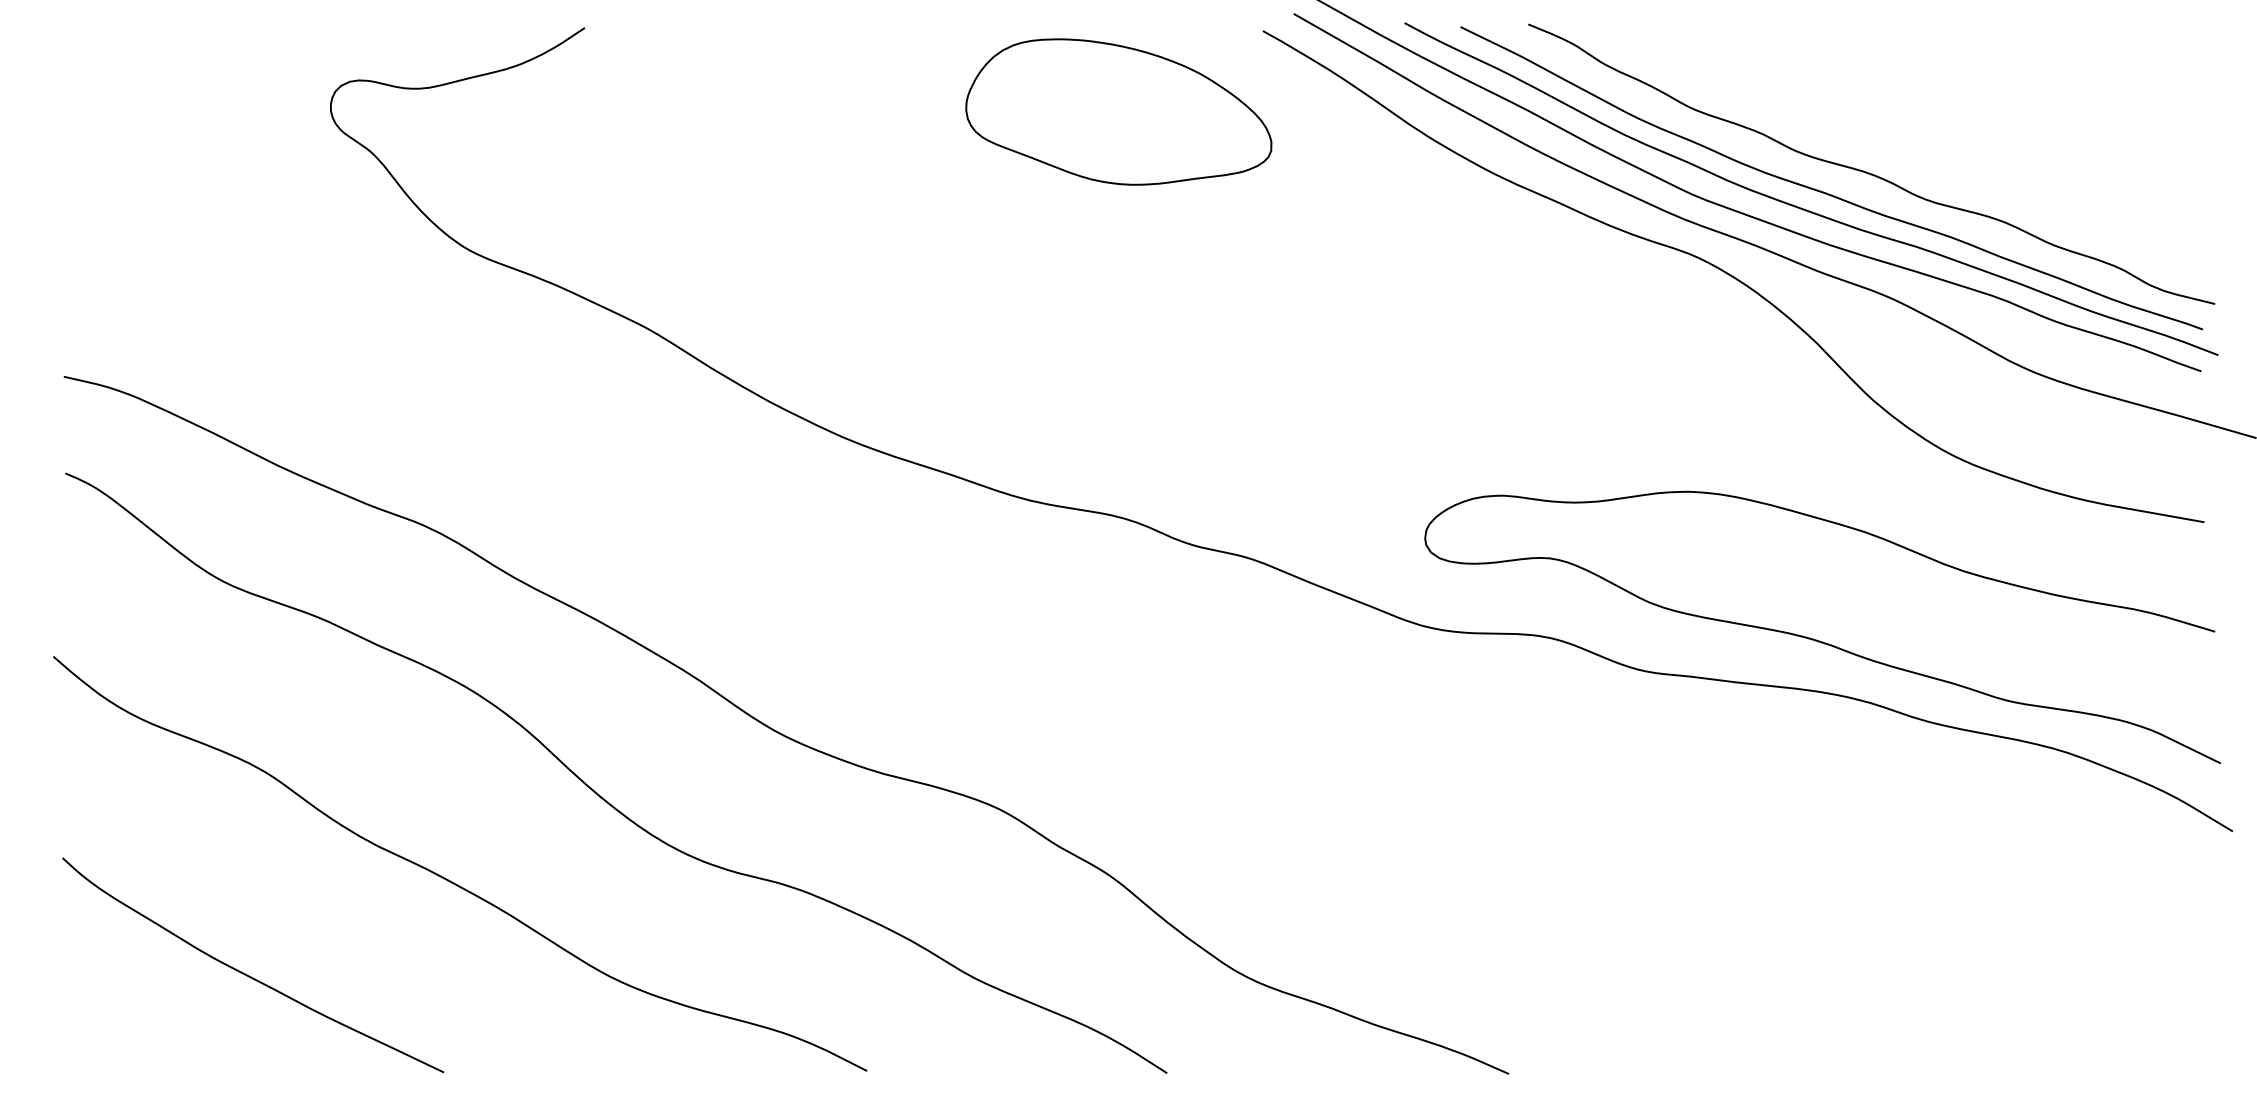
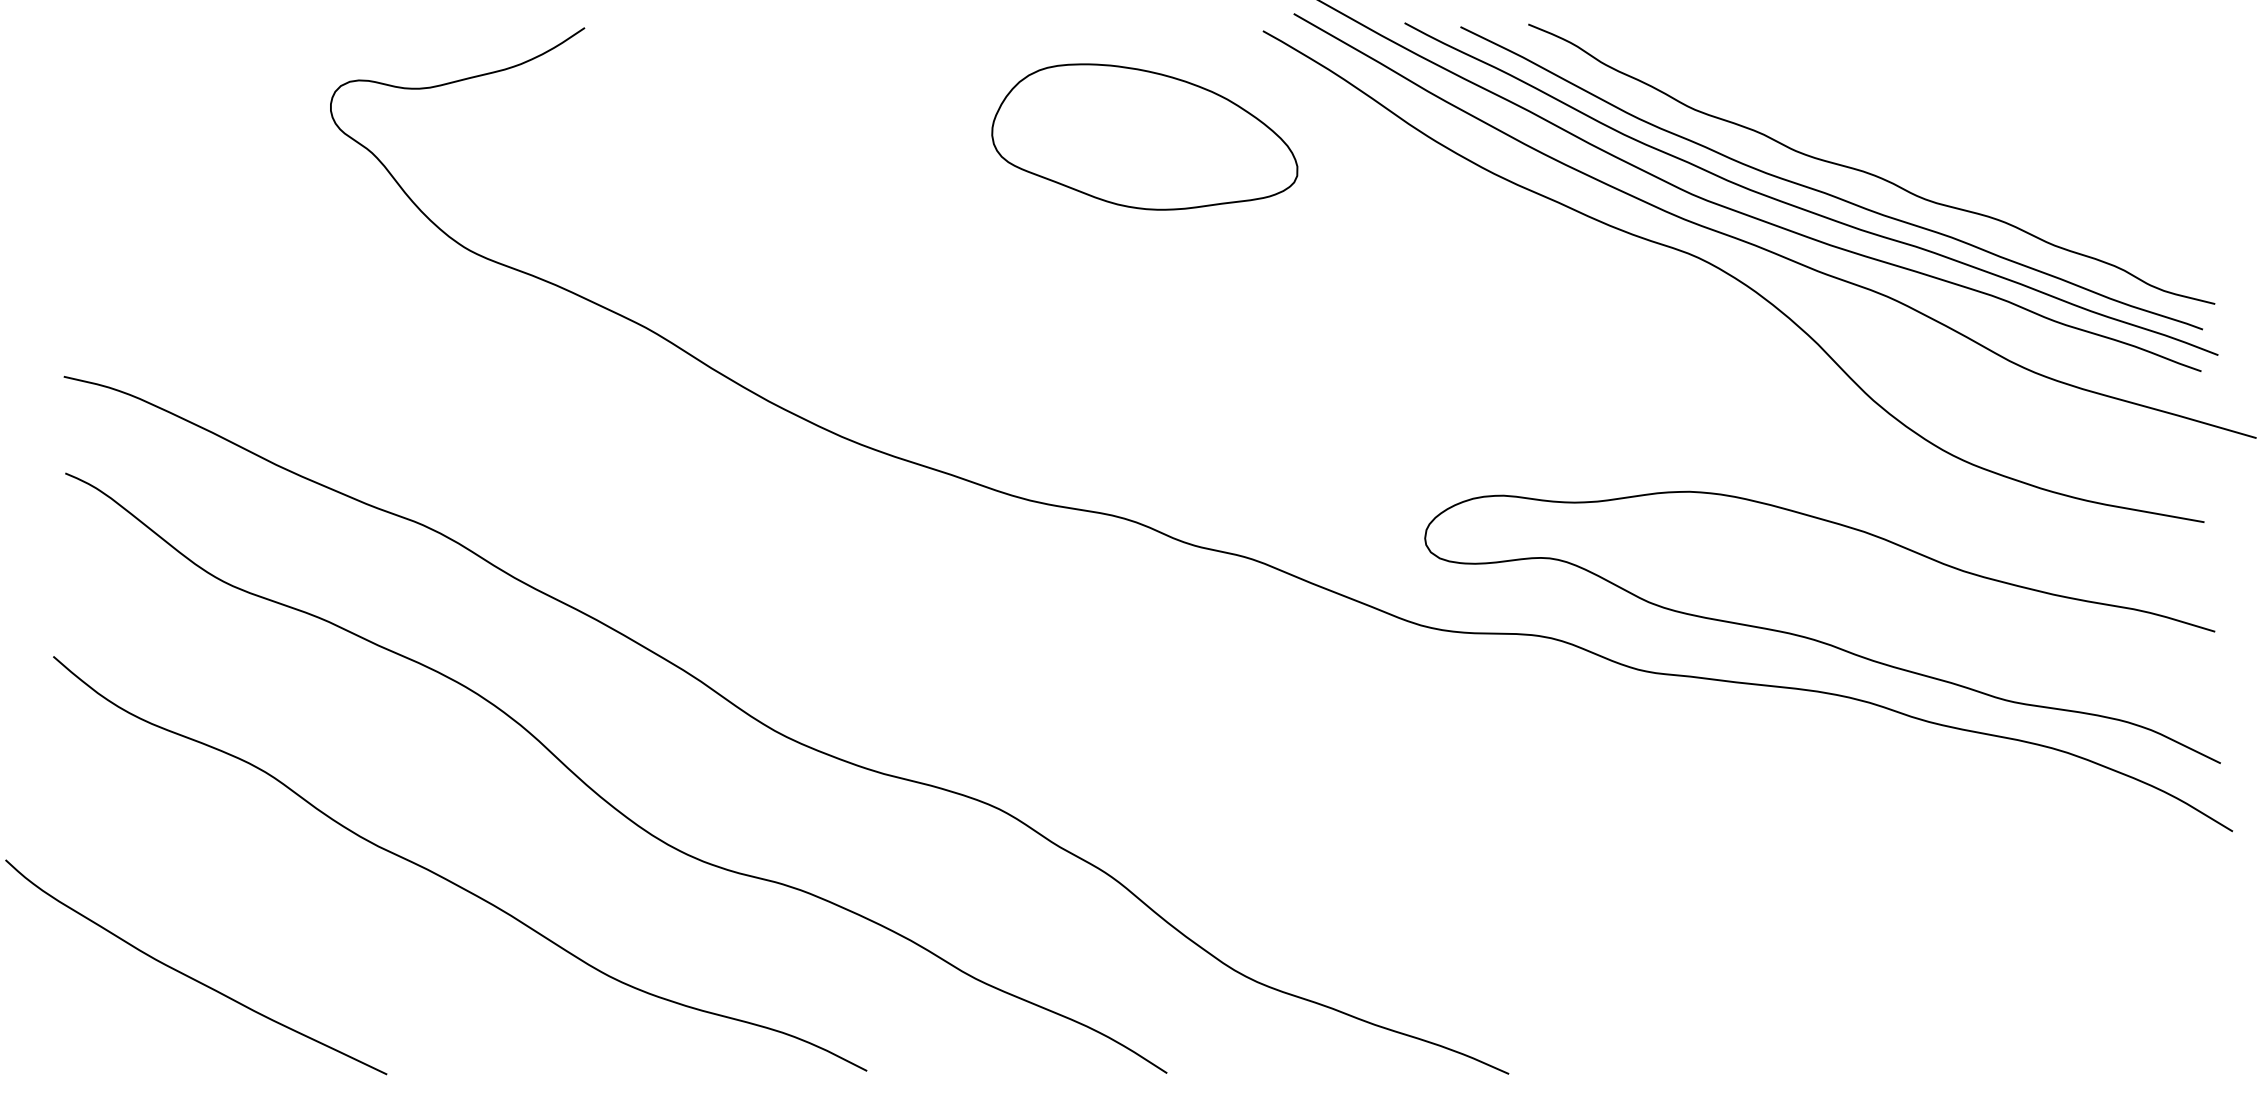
part at (1118, 111) position: (1118, 111) -> (1144, 136)
curve at (249, 975) position: (249, 975) -> (192, 977)
